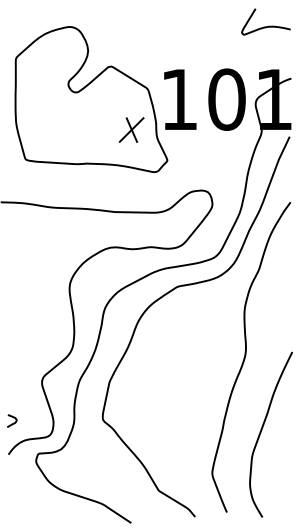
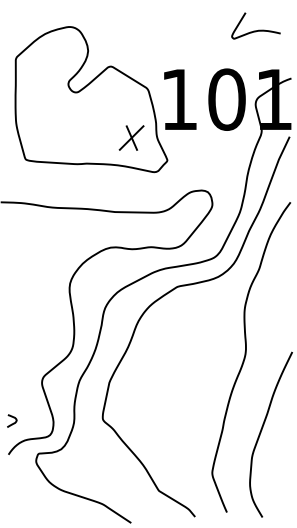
curve at (268, 25) position: (268, 25) -> (258, 29)
part at (131, 129) position: (131, 129) -> (131, 137)
